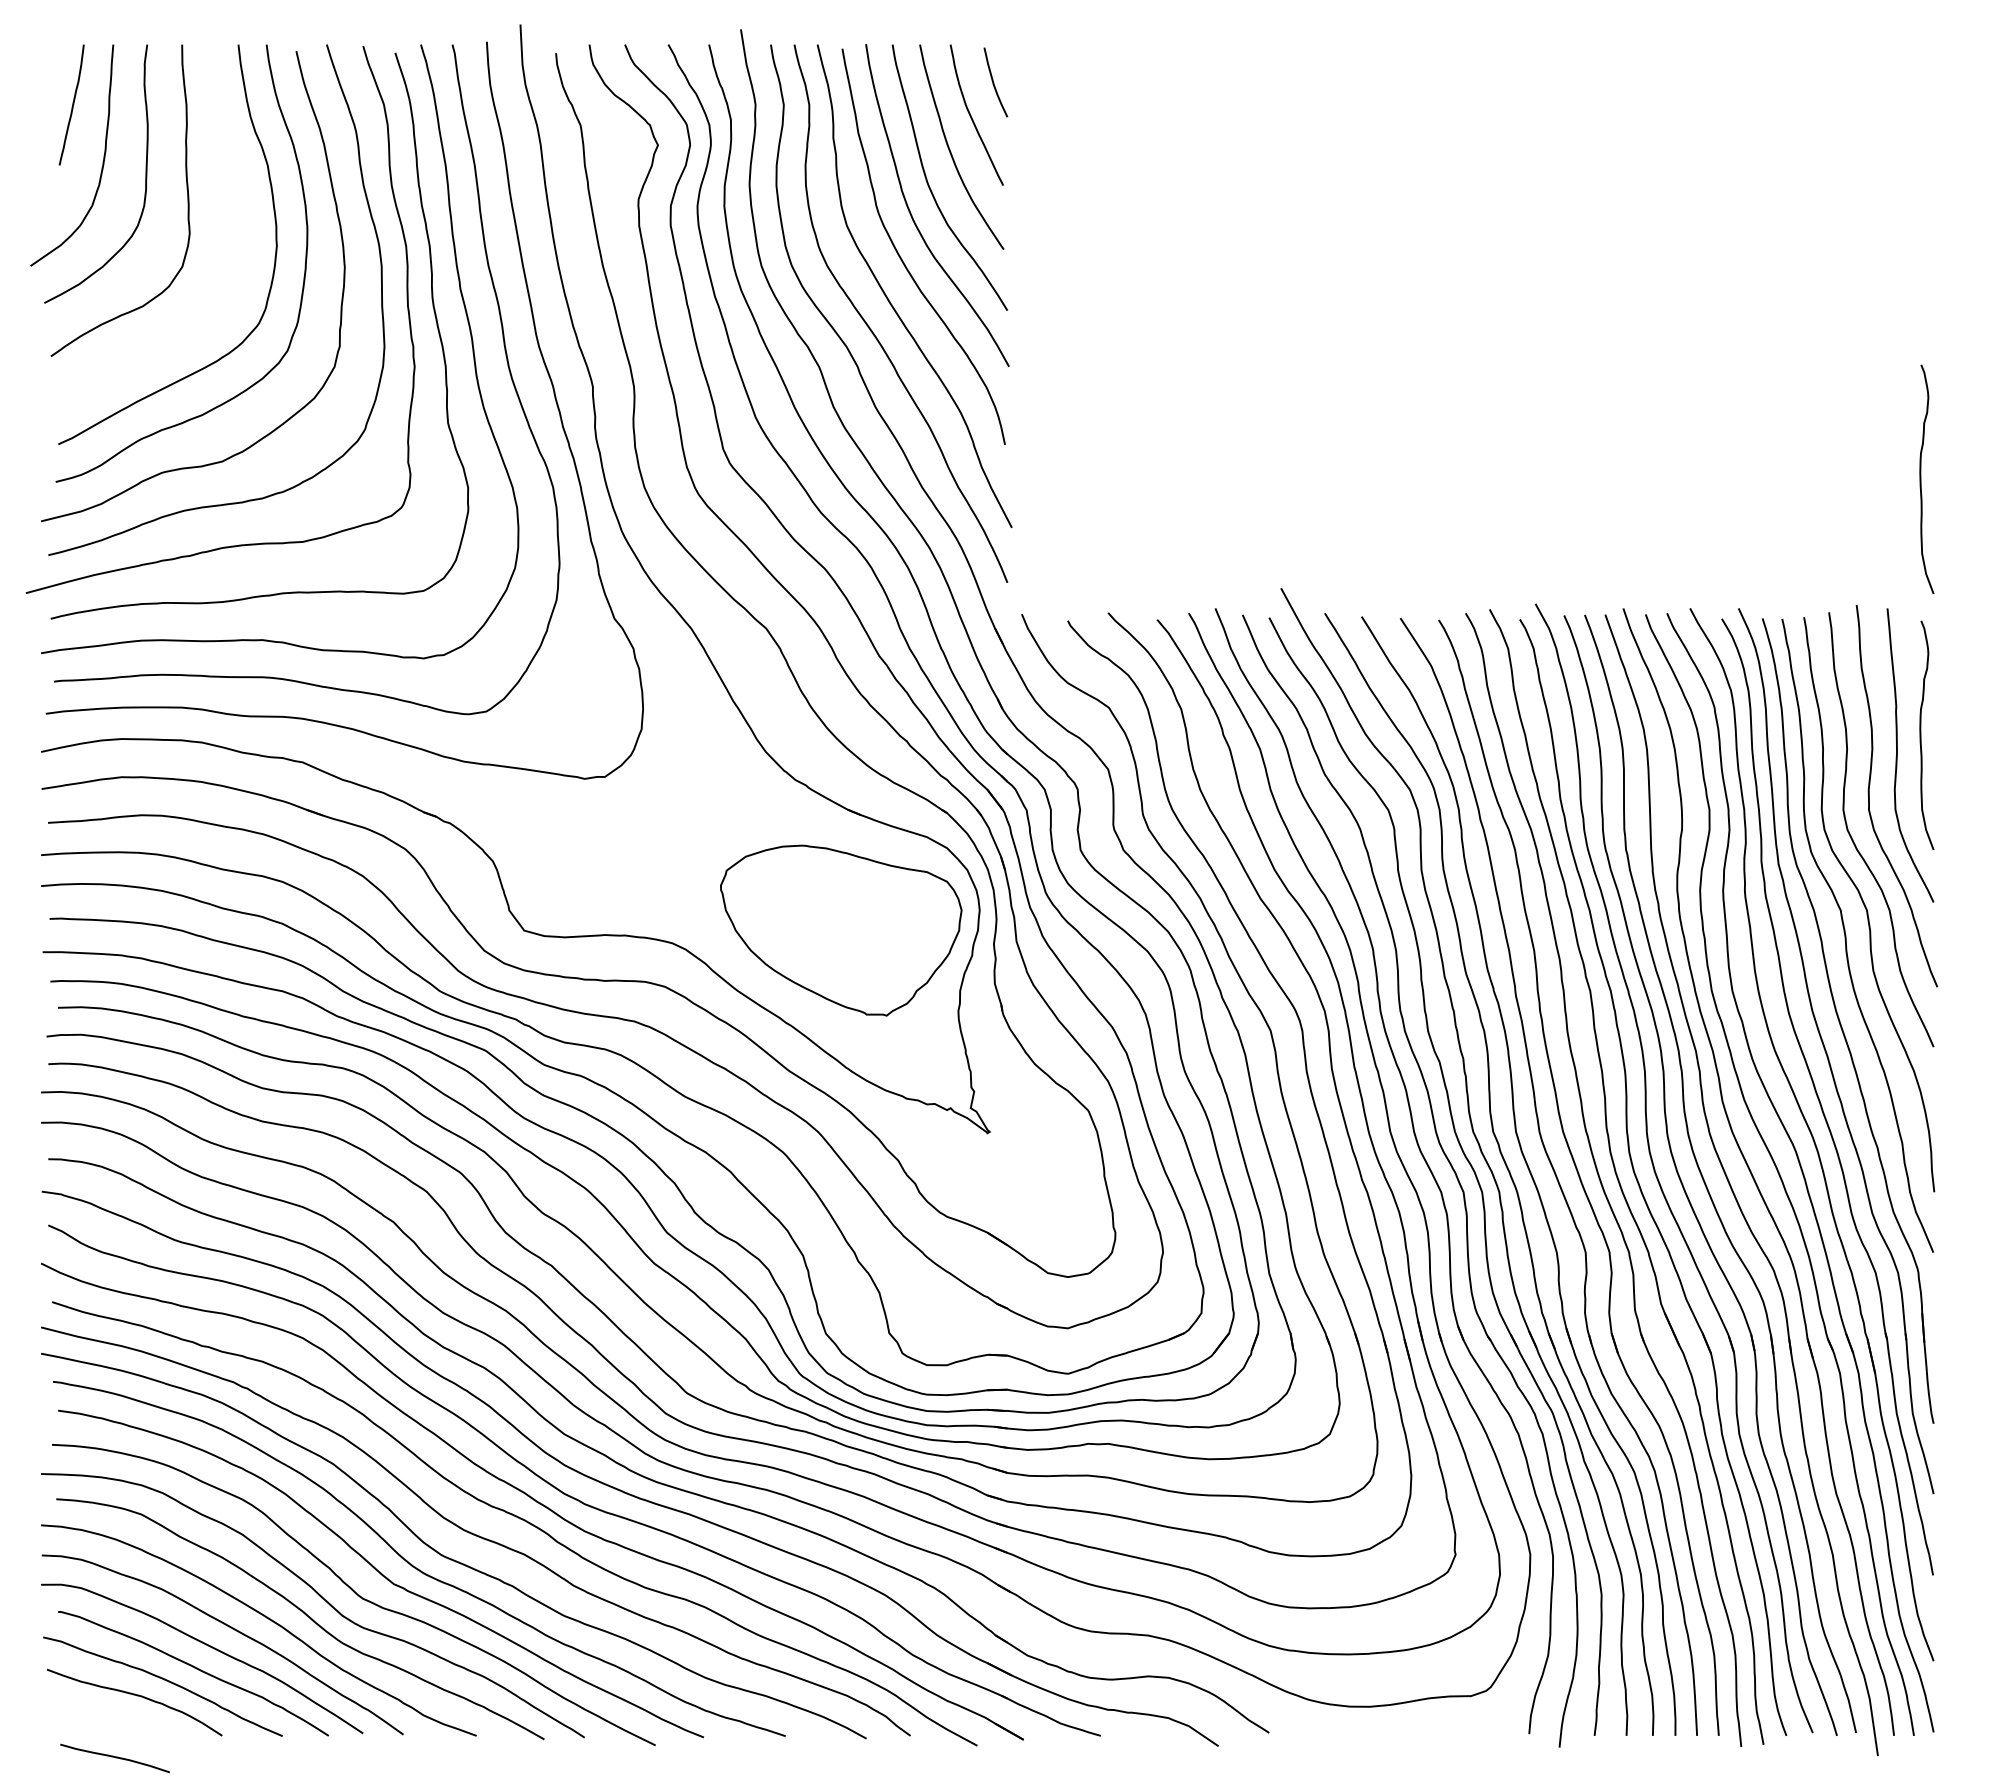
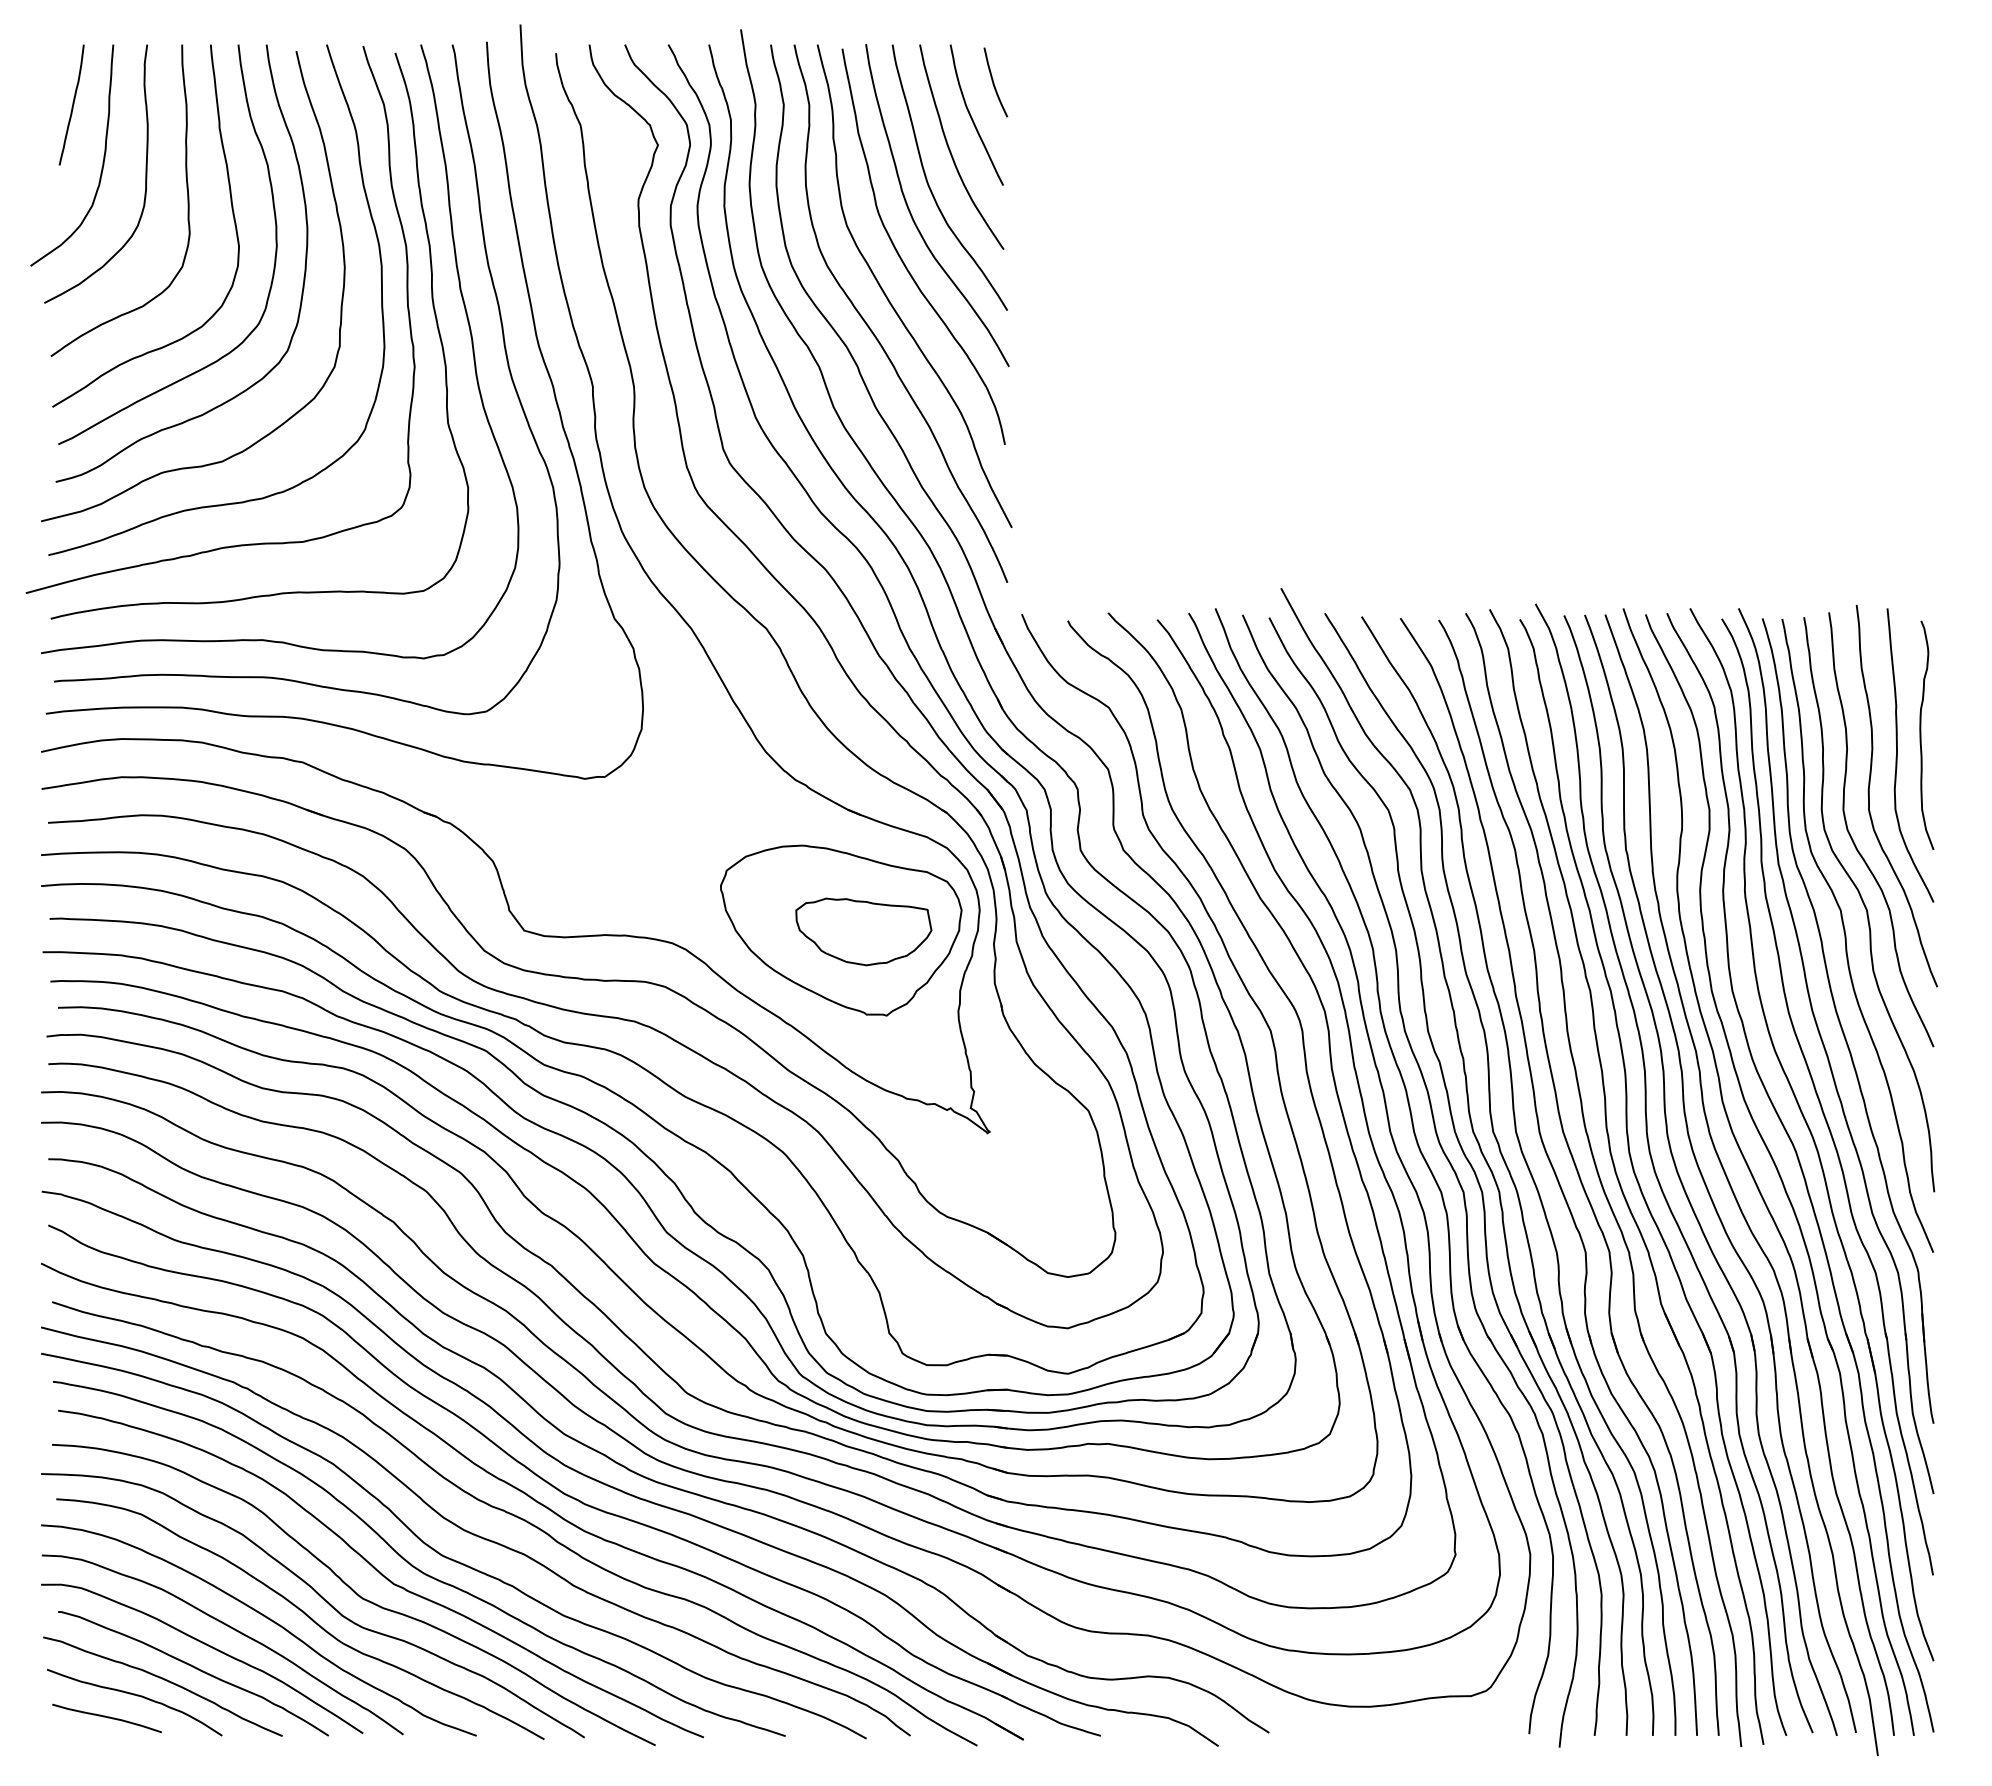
curve at (231, 209): none -> present
curve at (1921, 478): present -> none
part at (863, 931): none -> present
curve at (114, 1757) position: (114, 1757) -> (106, 1717)
